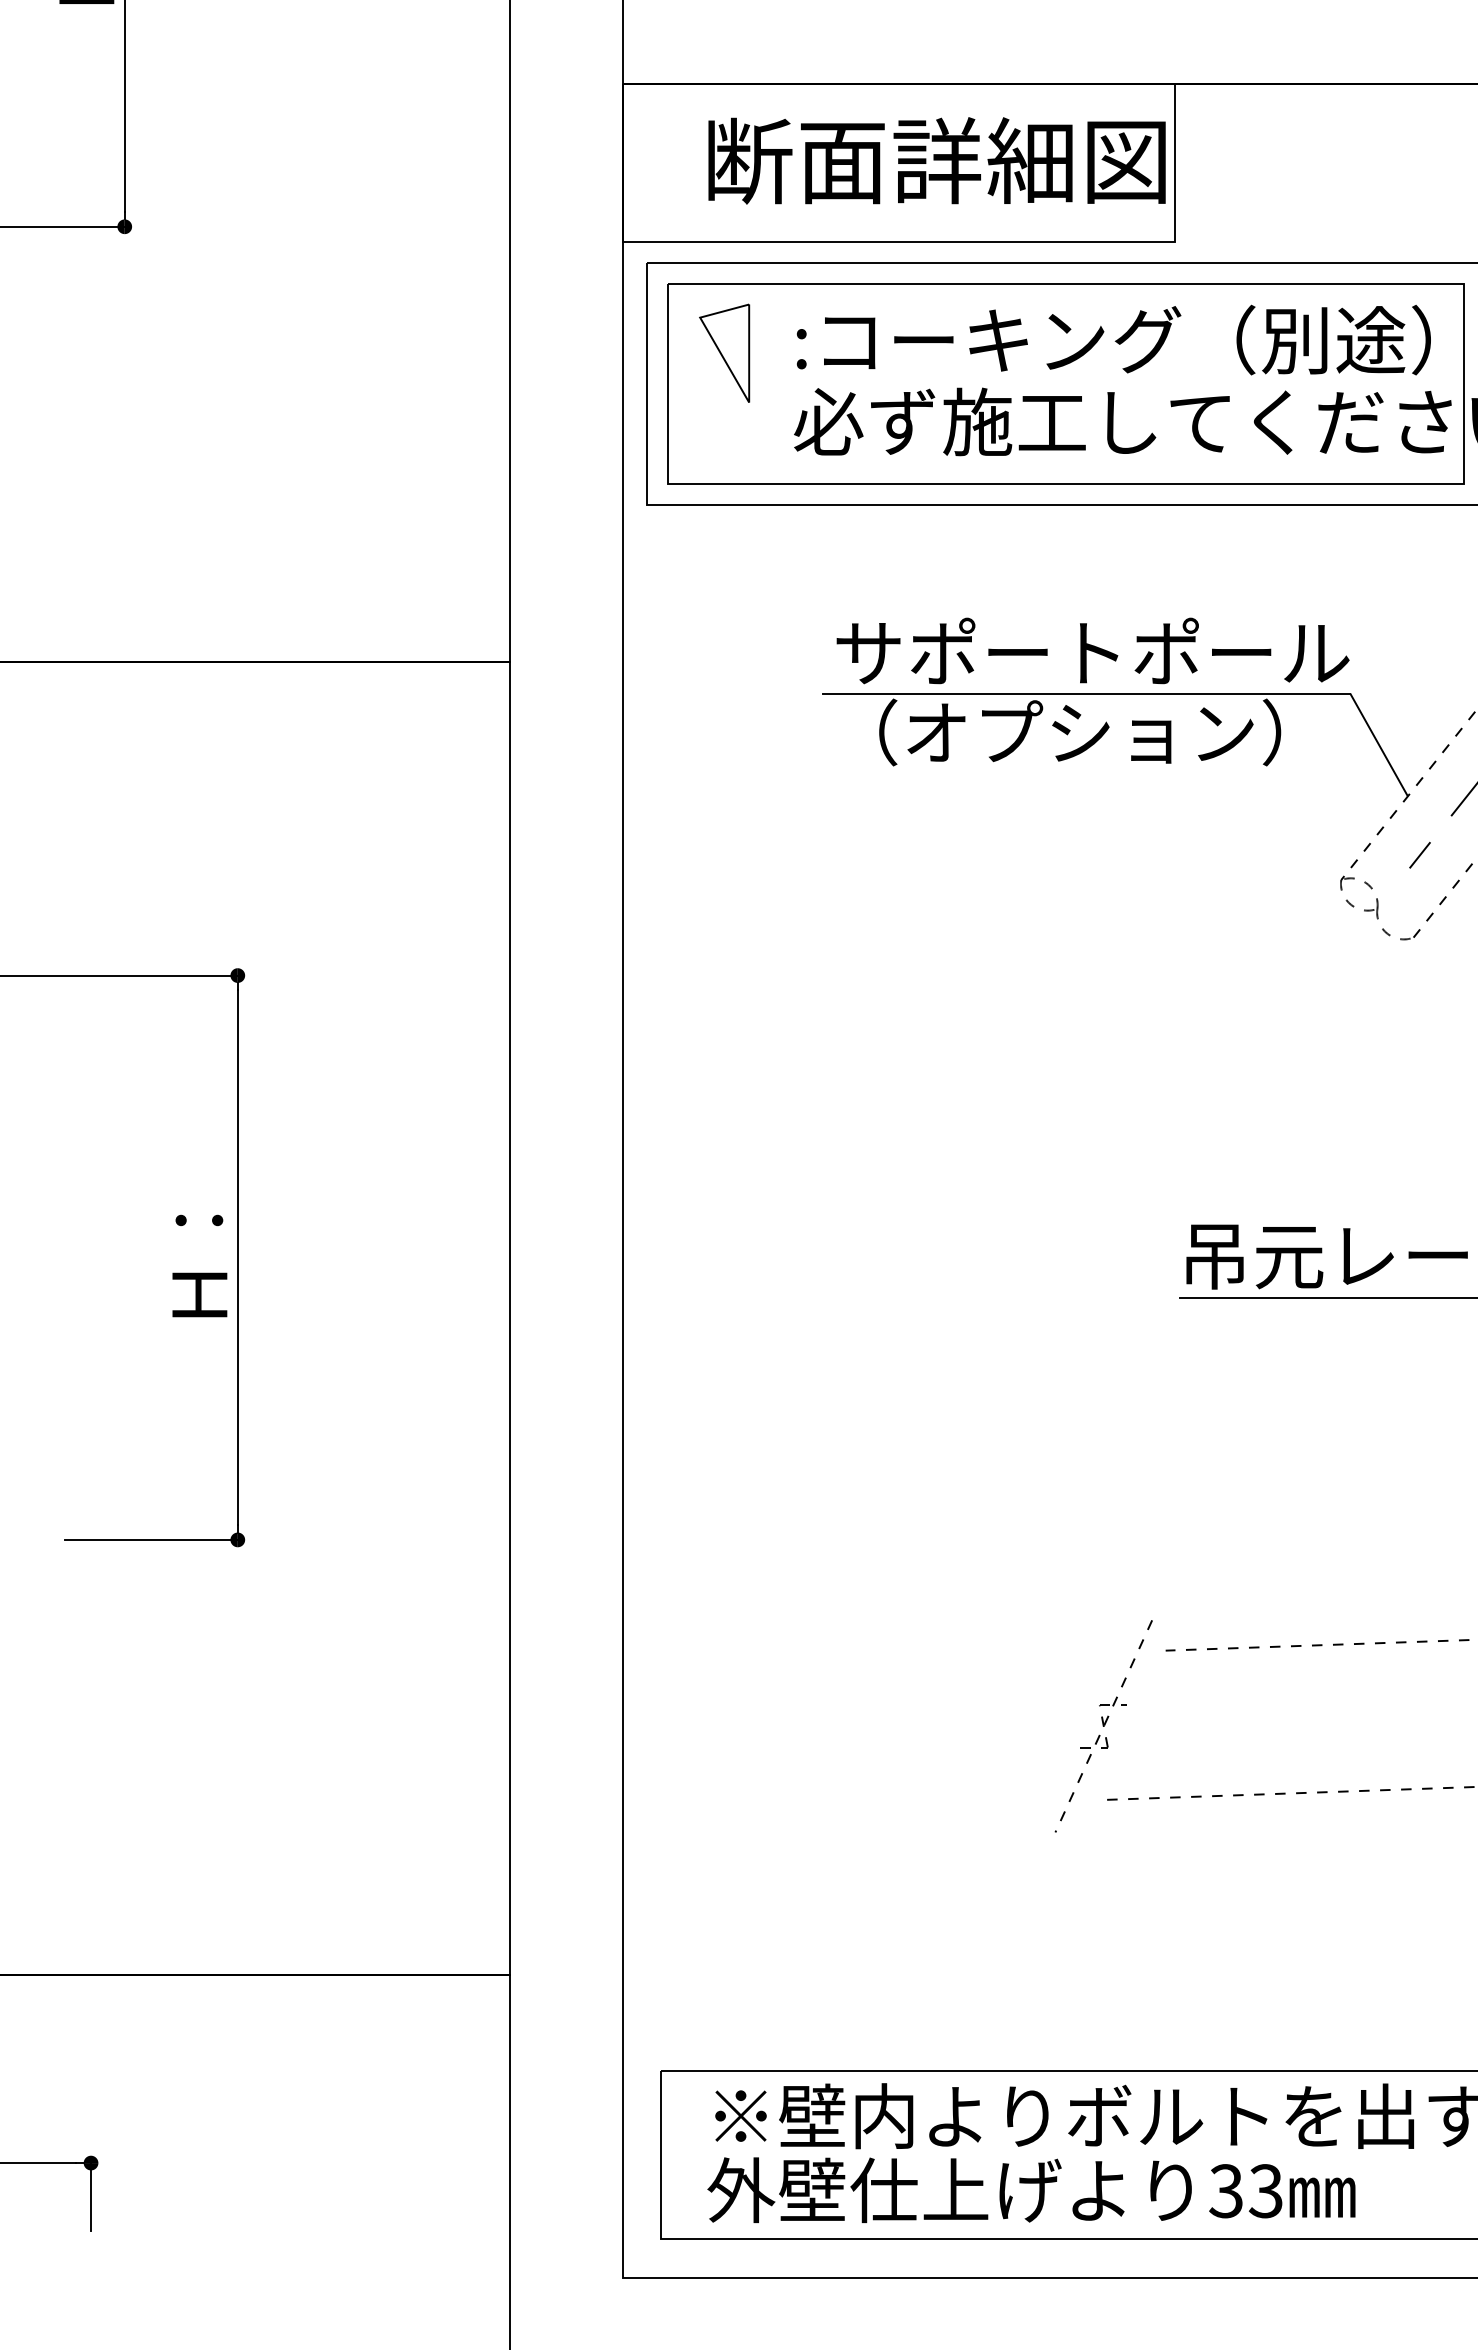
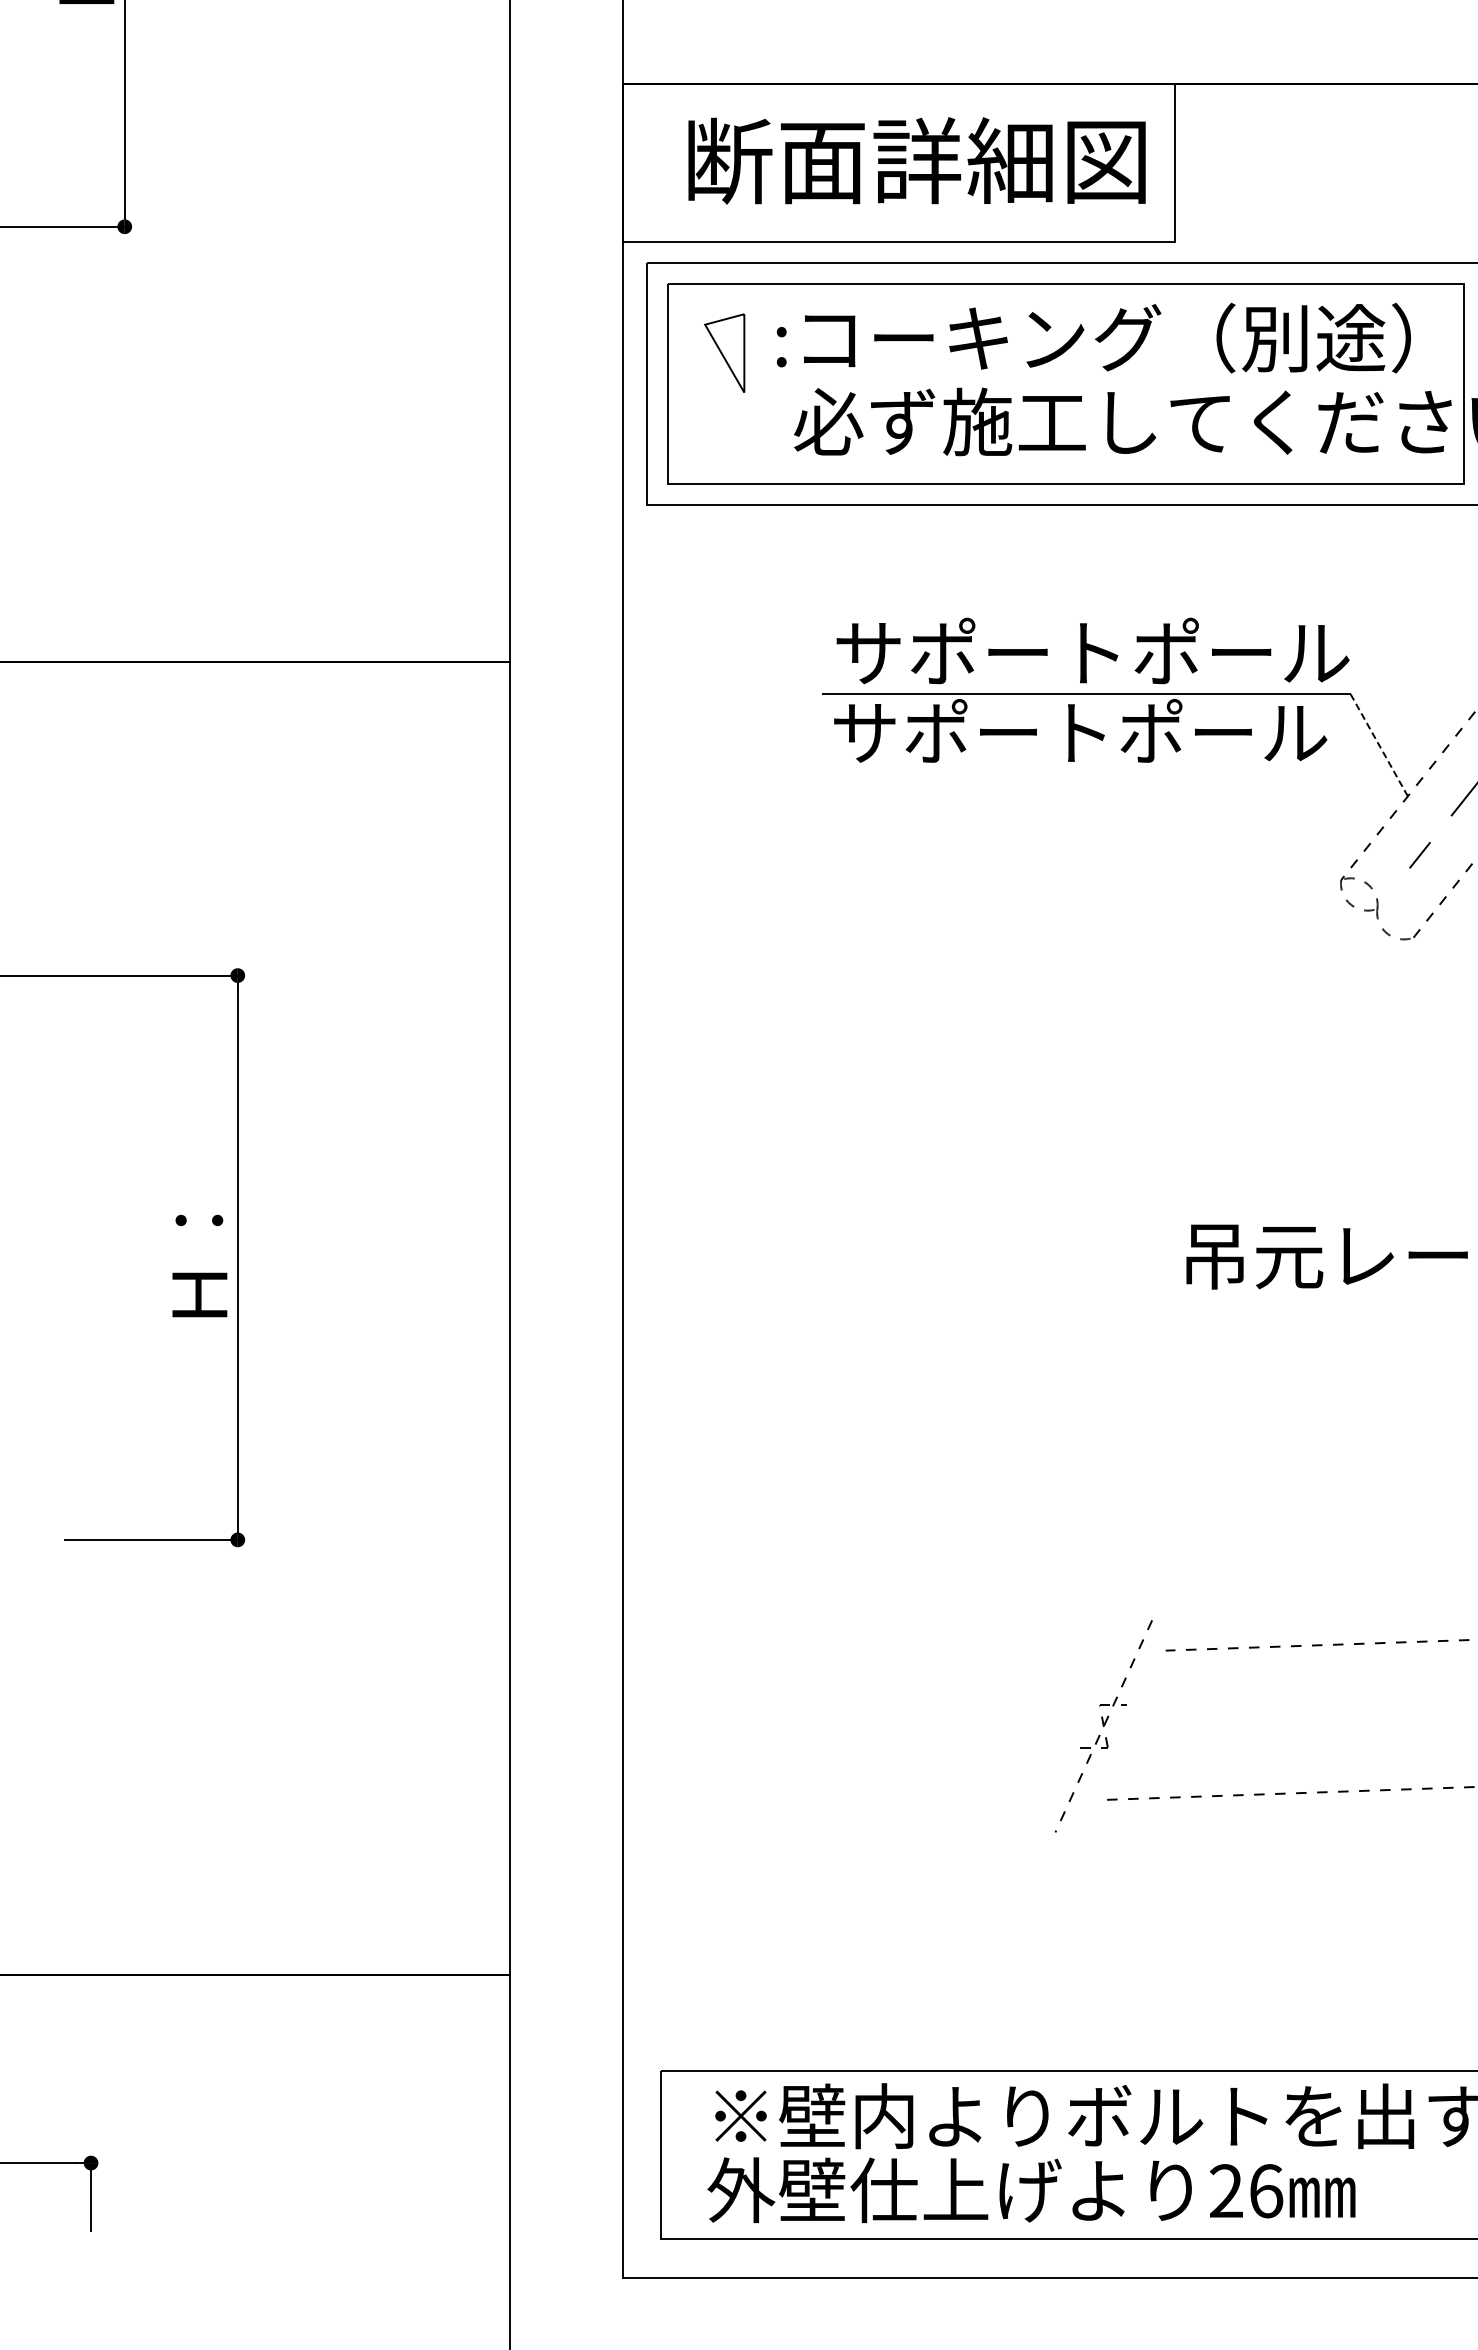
text at (936, 160) position: (936, 160) -> (916, 160)
text at (1113, 339) position: (1113, 339) -> (1093, 337)
part at (724, 352) size: 52x100 px -> 42x80 px
text at (1080, 732): （オプション） -> サポートポール
line at (1379, 744): solid -> dashed
line at (1326, 1297): present -> none
text at (1246, 2191): 33 -> 26
